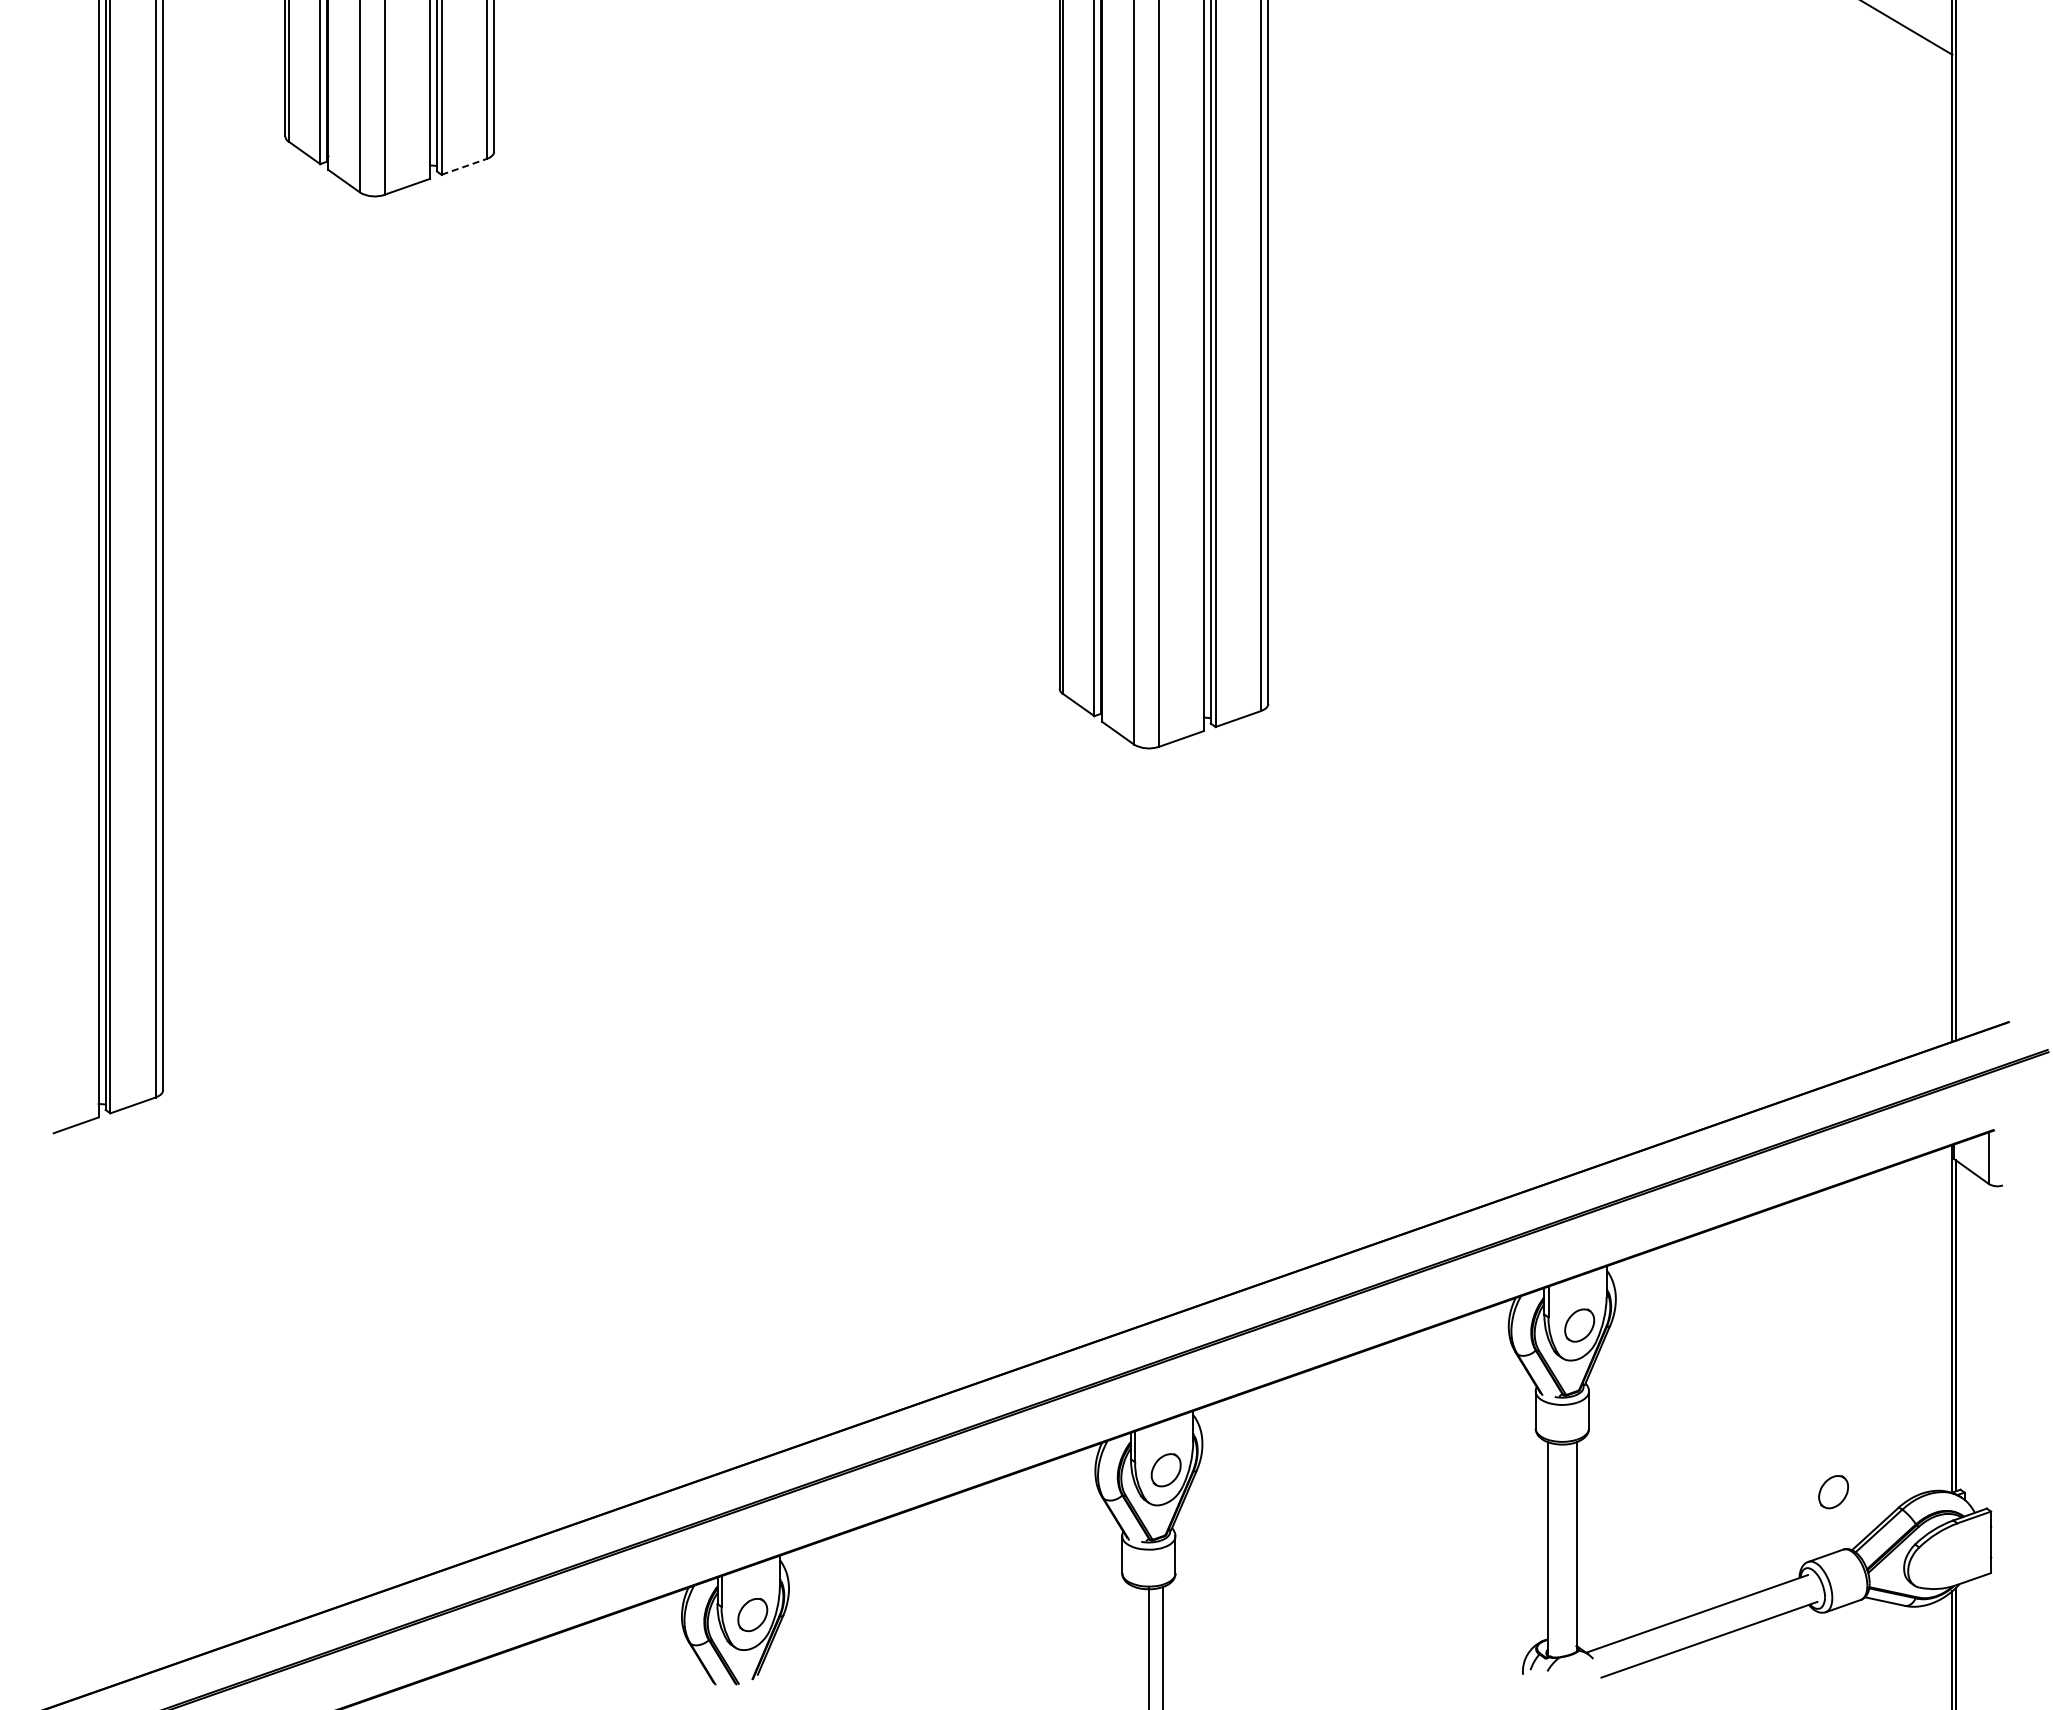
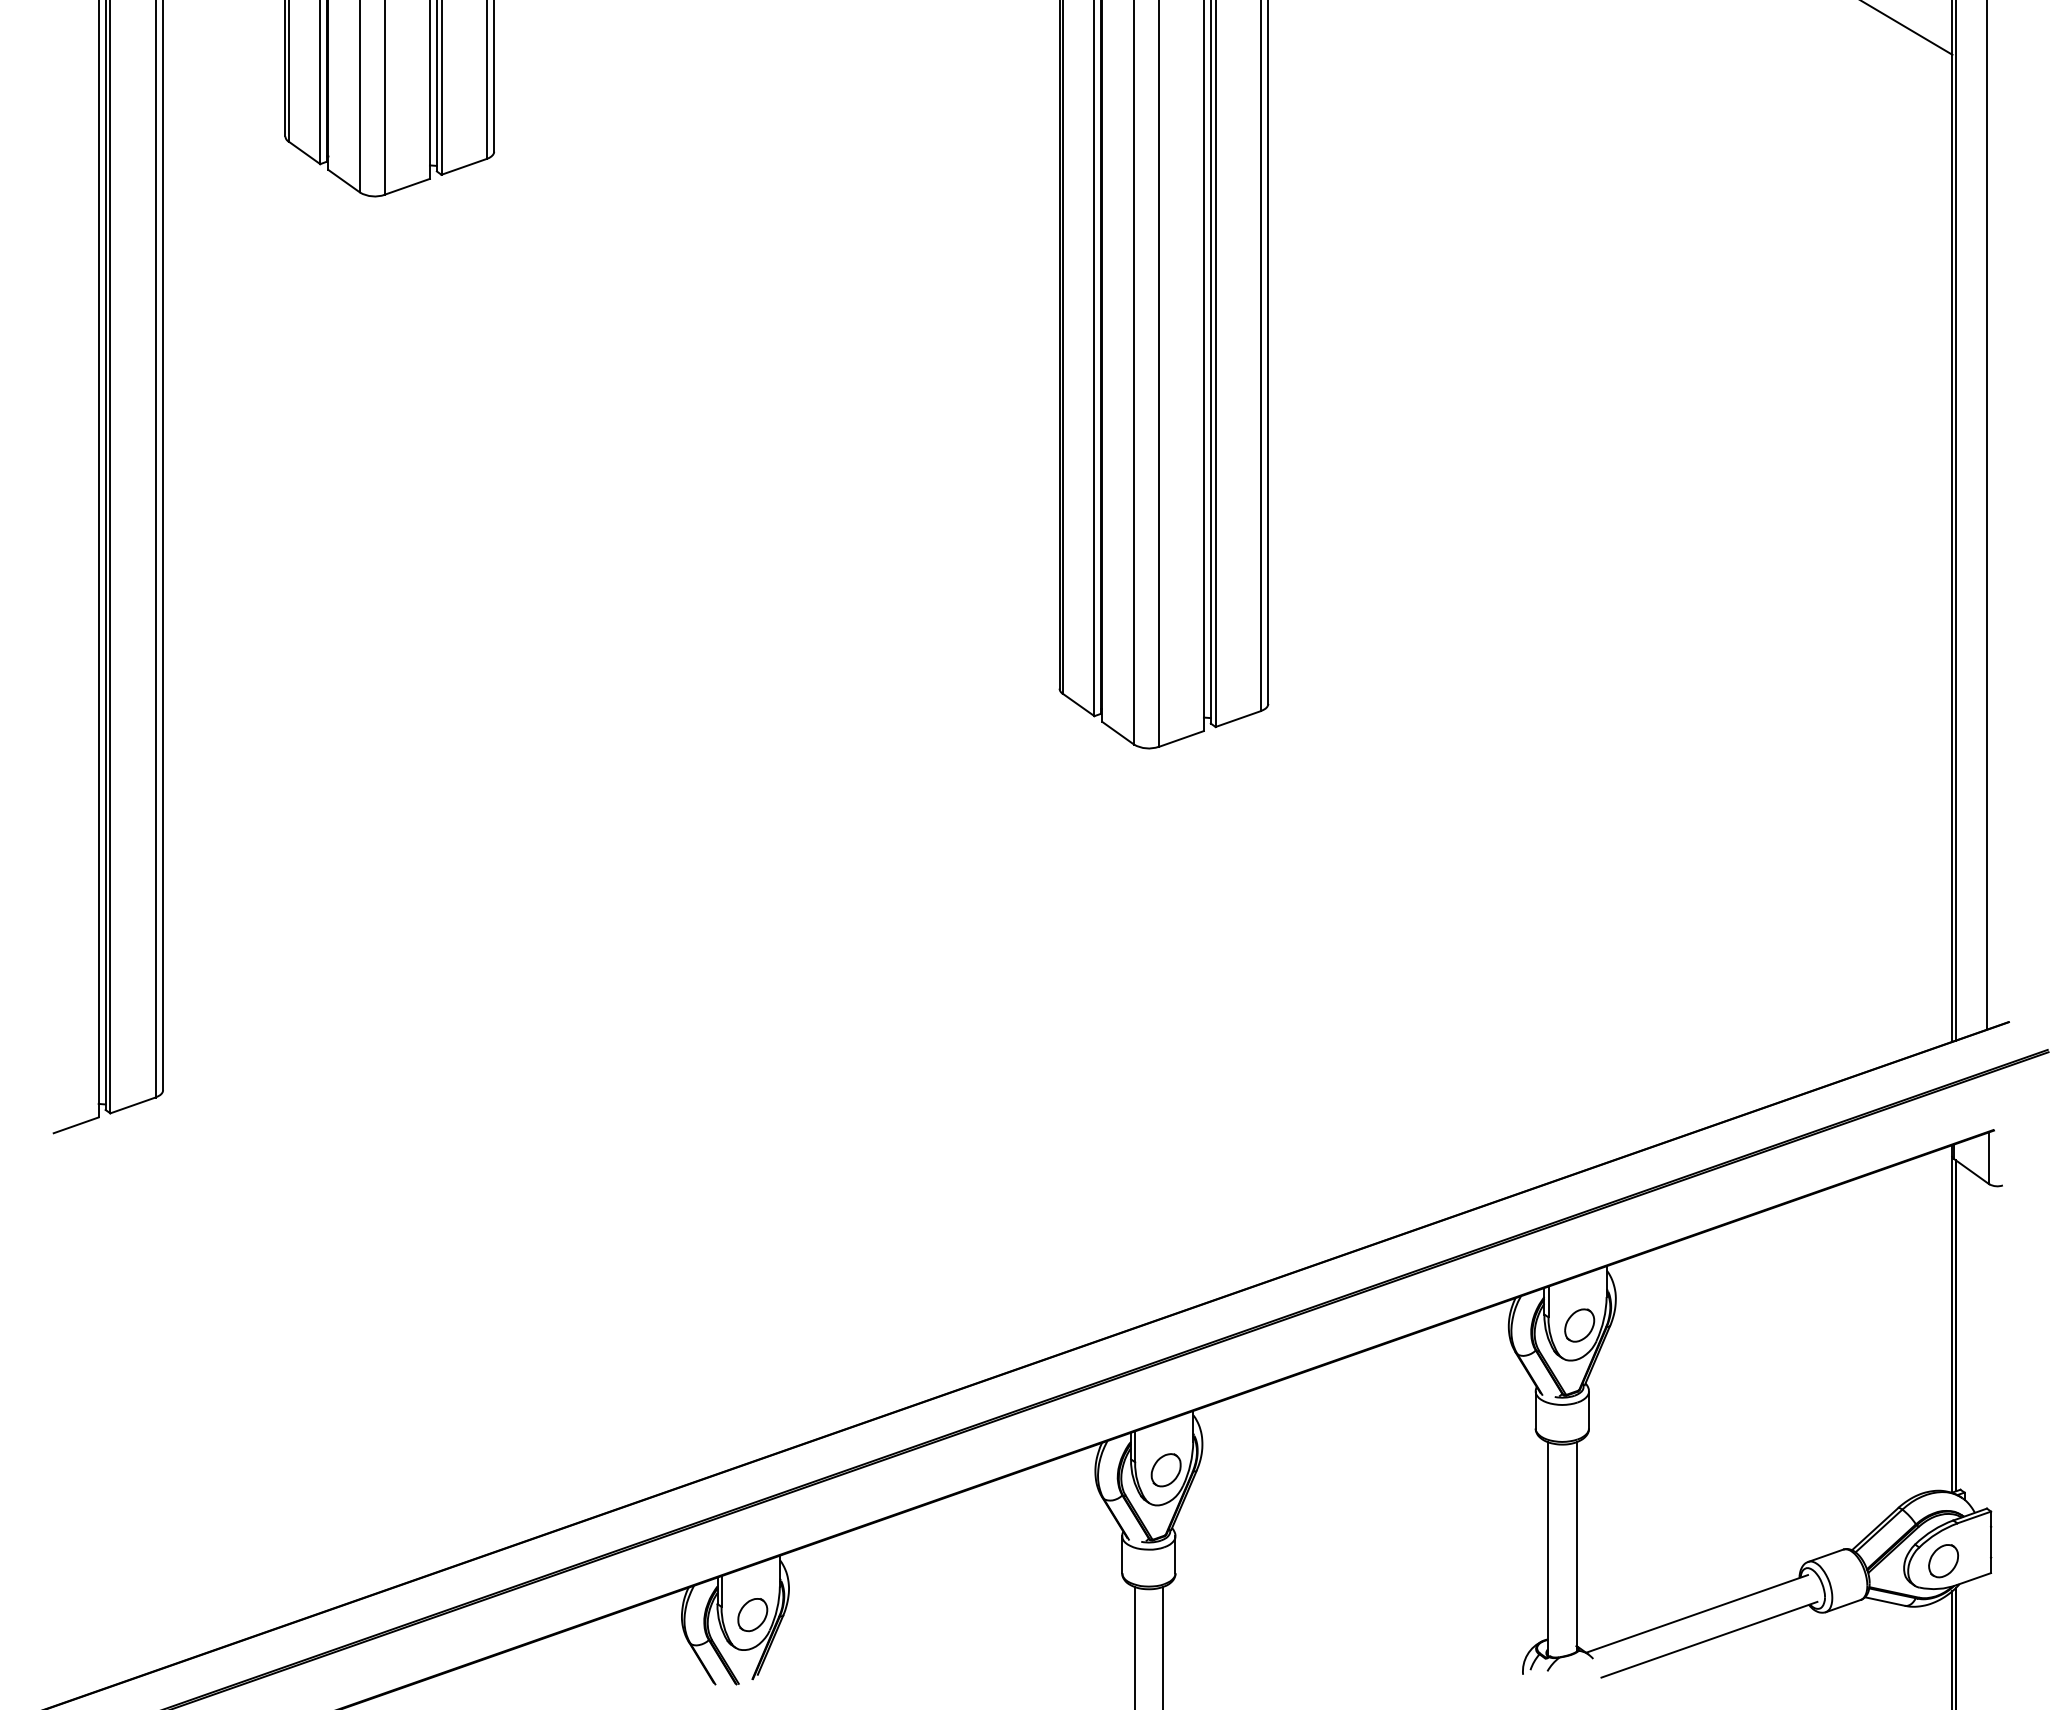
line at (464, 166): dashed -> solid
line at (1987, 515): none -> present
part at (1833, 1492) position: (1833, 1492) -> (1943, 1561)
line at (1148, 1646) position: (1148, 1646) -> (1134, 1646)
